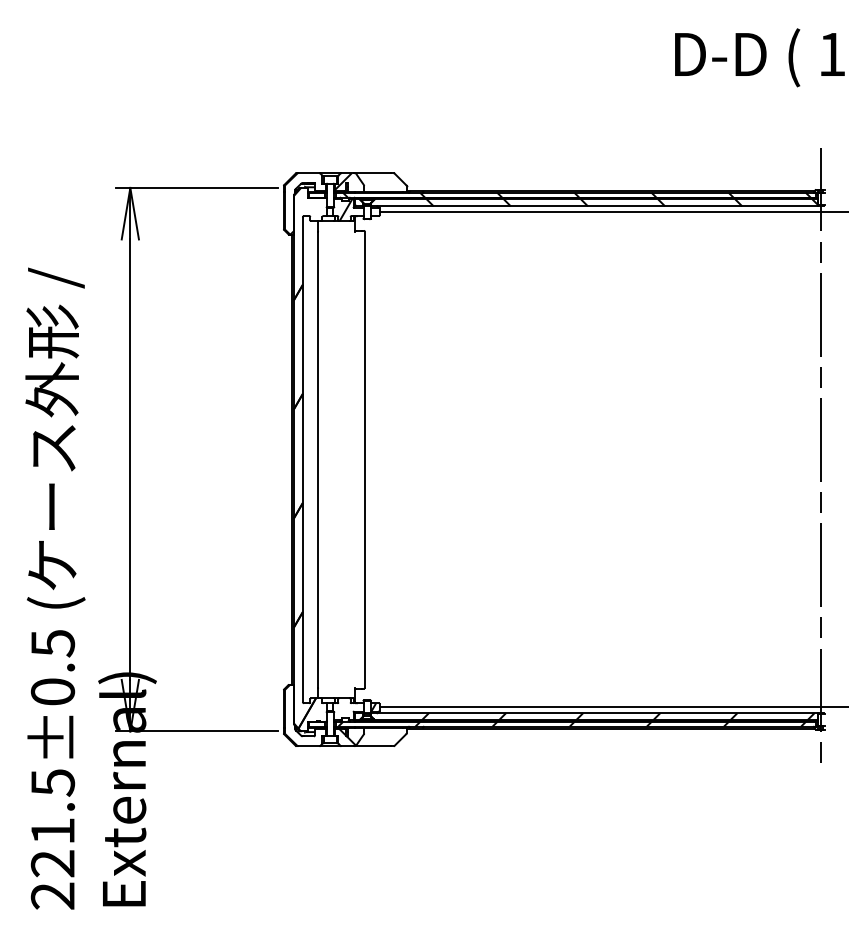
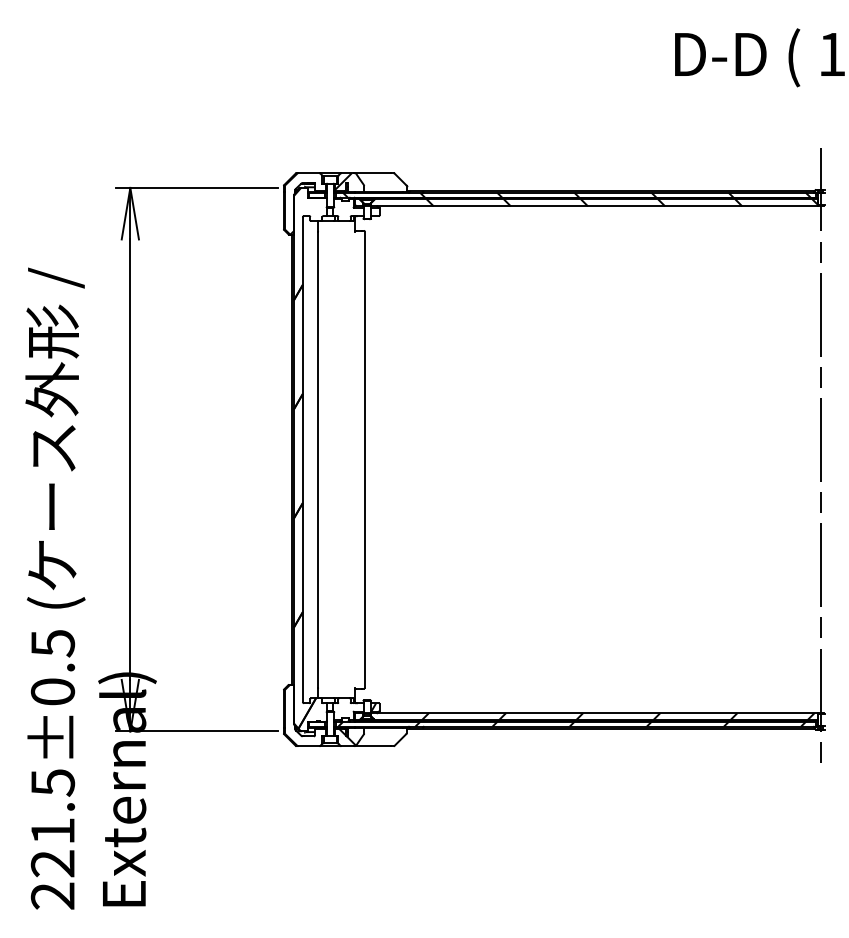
hatch at (345, 209): present -> none
line at (612, 212): present -> none
line at (612, 706): present -> none
